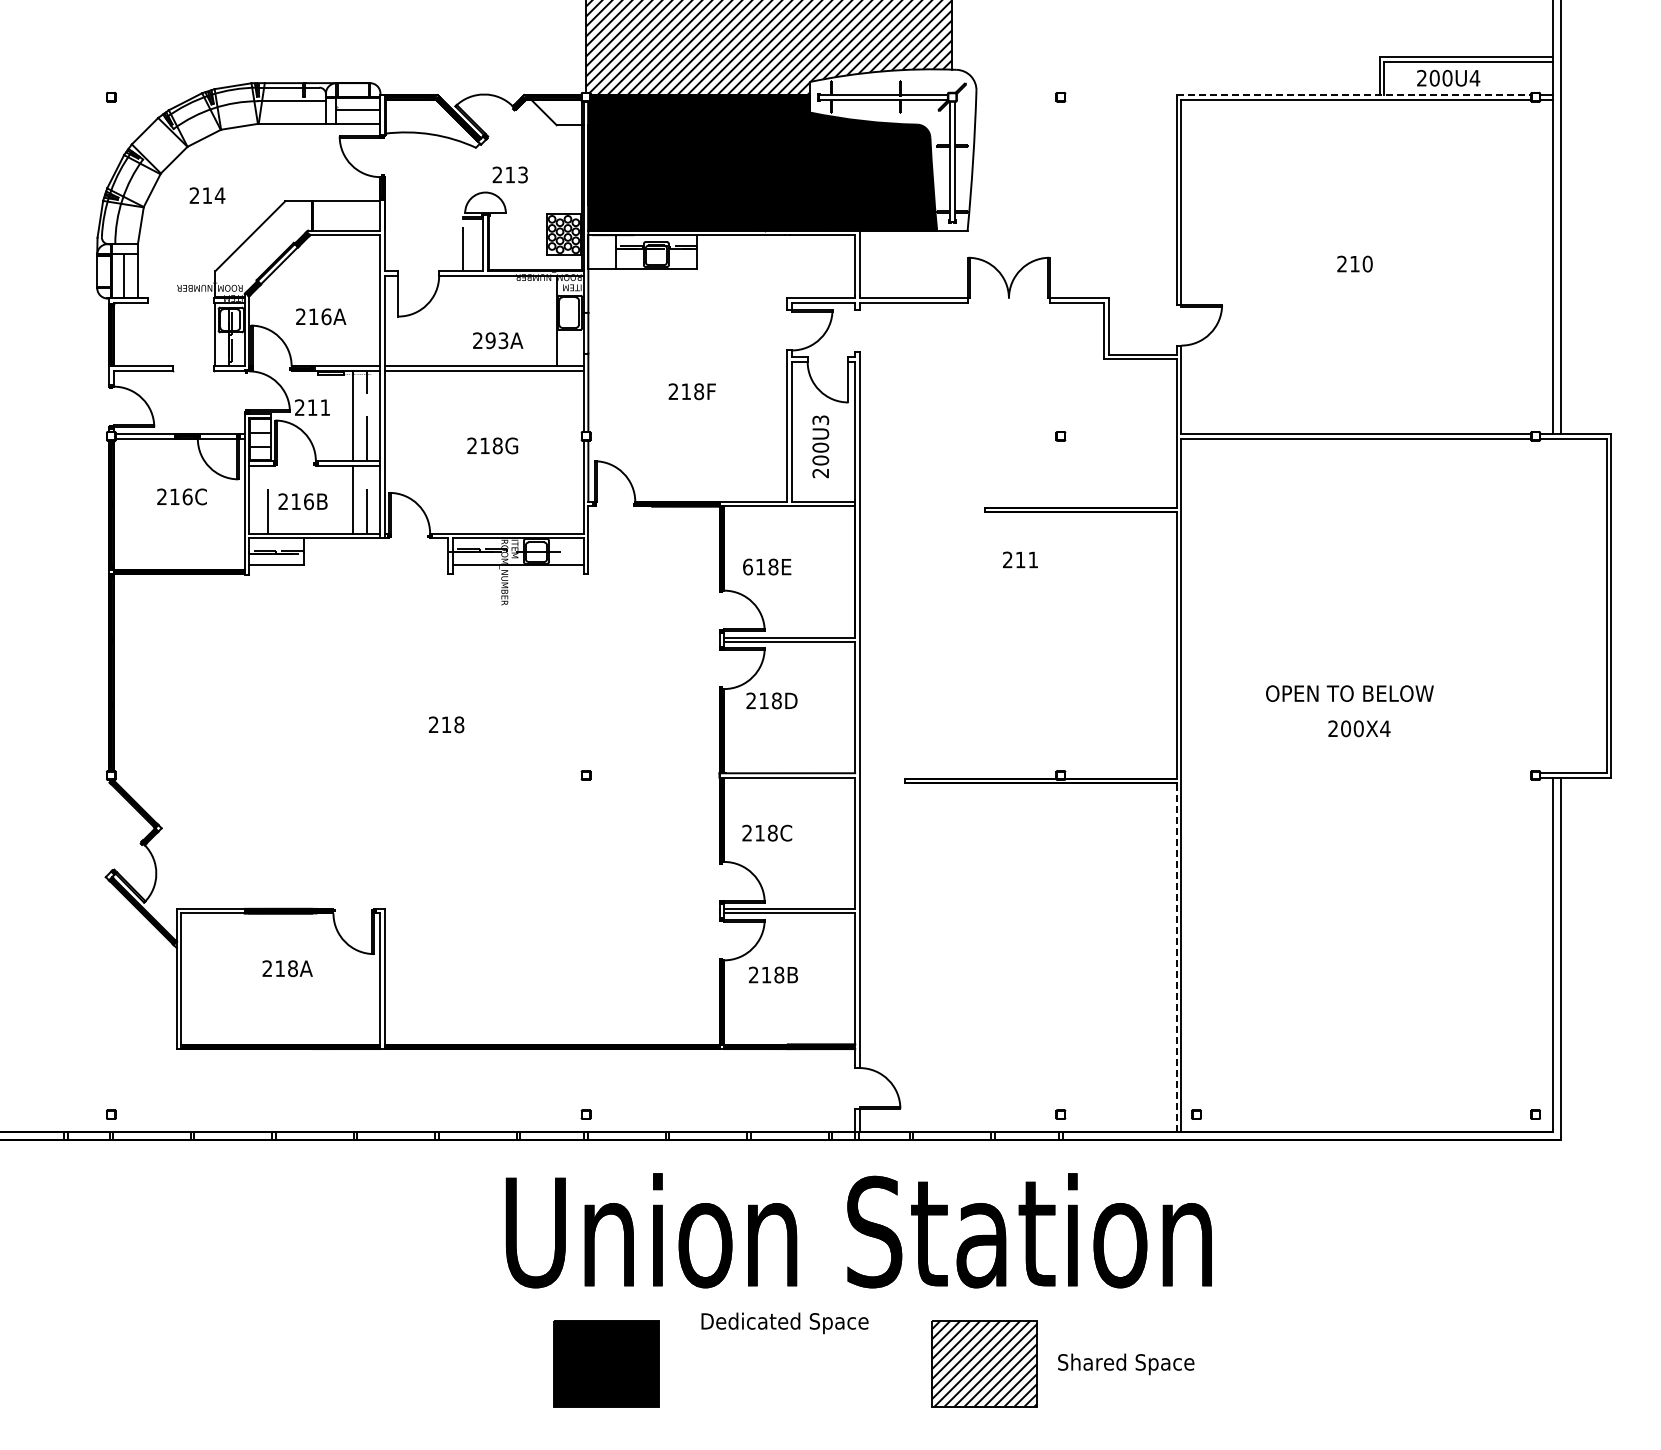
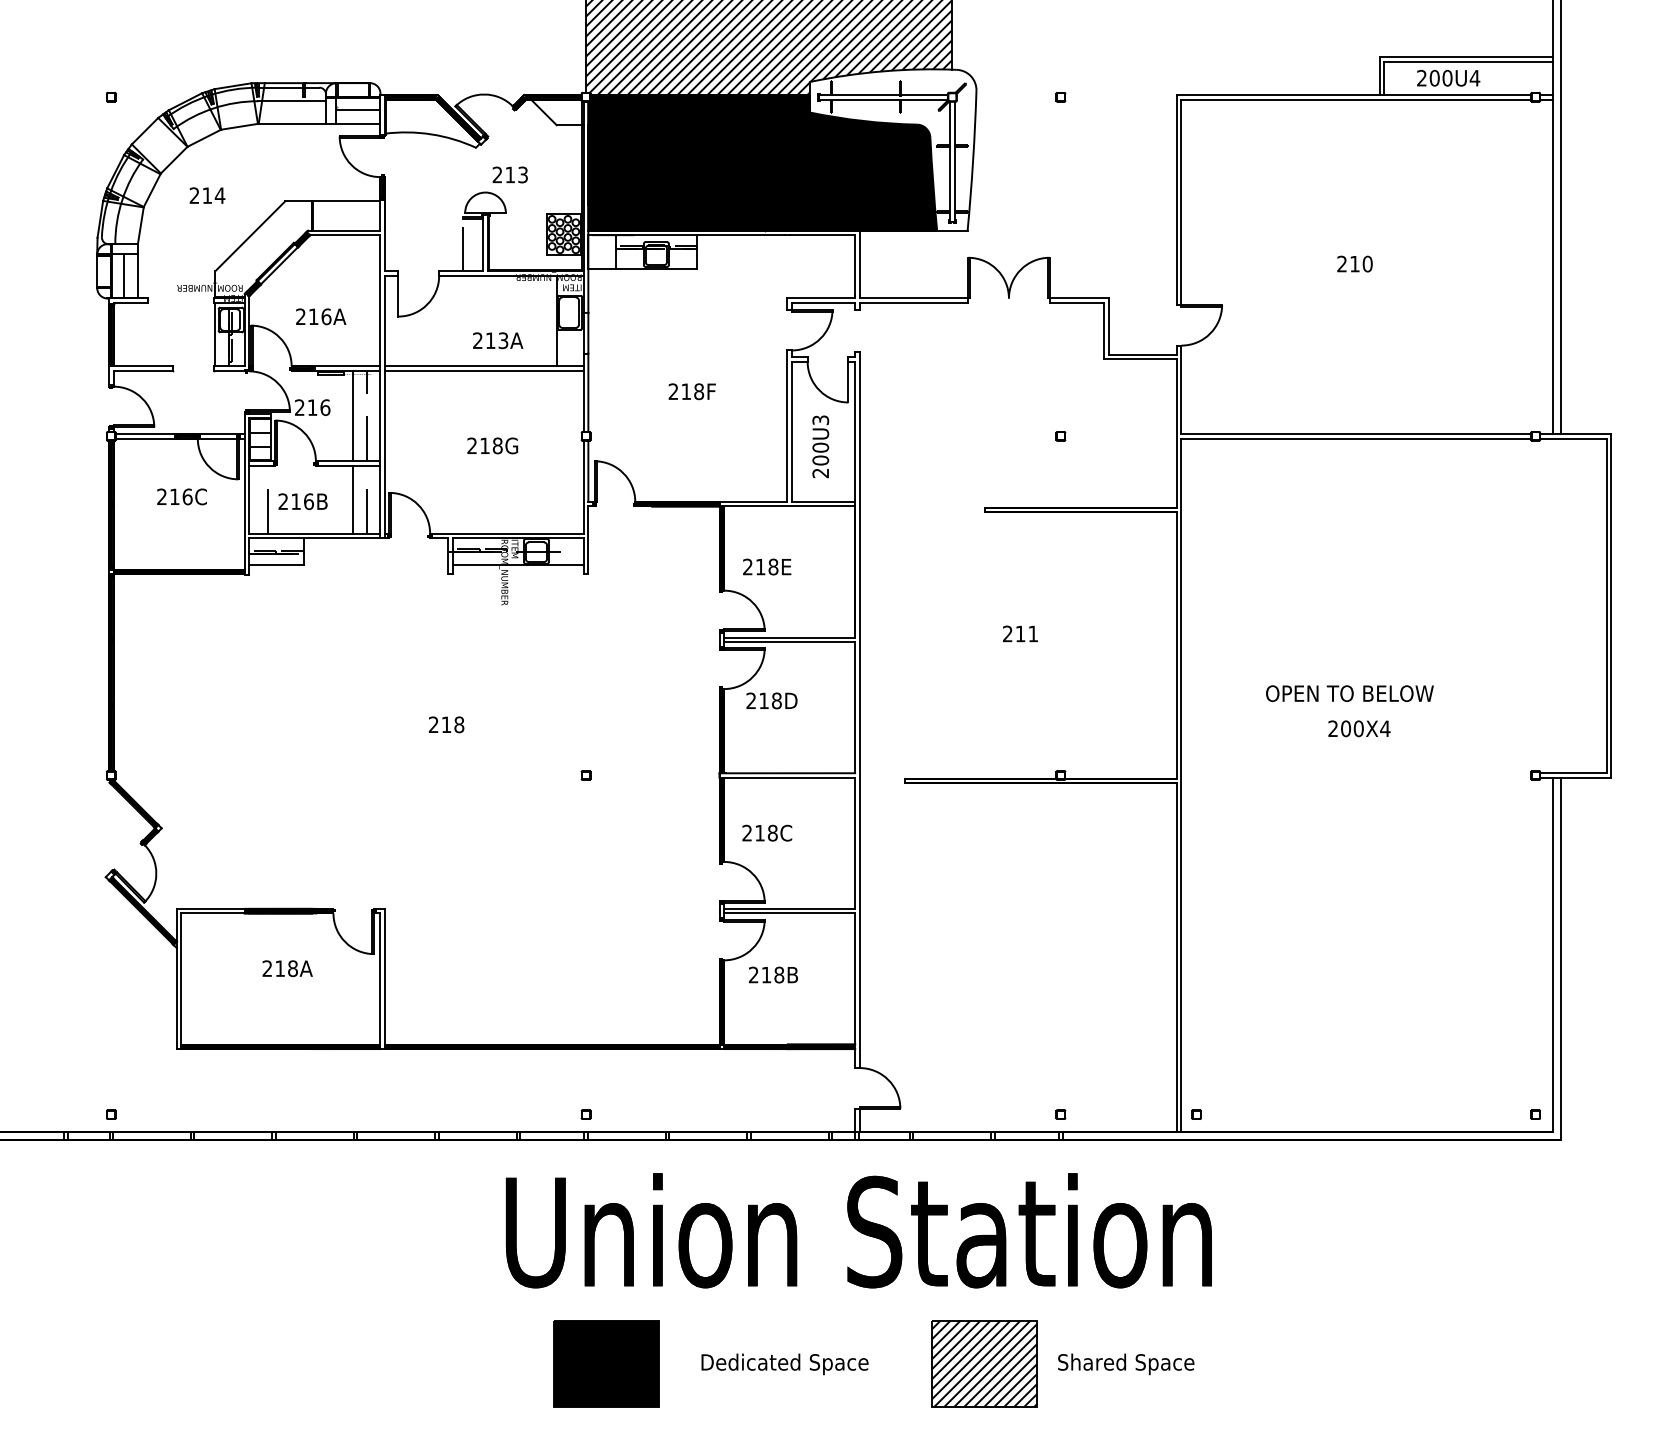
line at (1354, 95): dashed -> solid
text at (490, 340): 293A -> 213A
text at (325, 407): 211 -> 216
text at (1020, 559) position: (1020, 559) -> (1020, 633)
text at (747, 566): 618E -> 218E
line at (1176, 957): dashed -> solid
text at (784, 1323) position: (784, 1323) -> (784, 1364)
